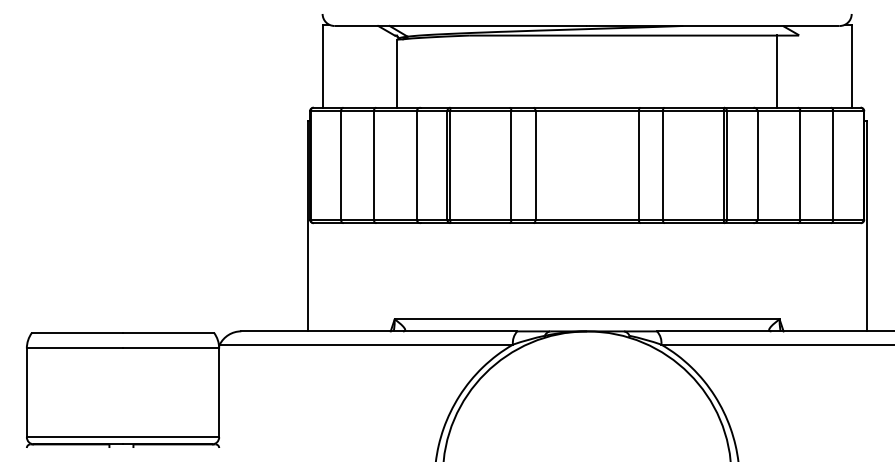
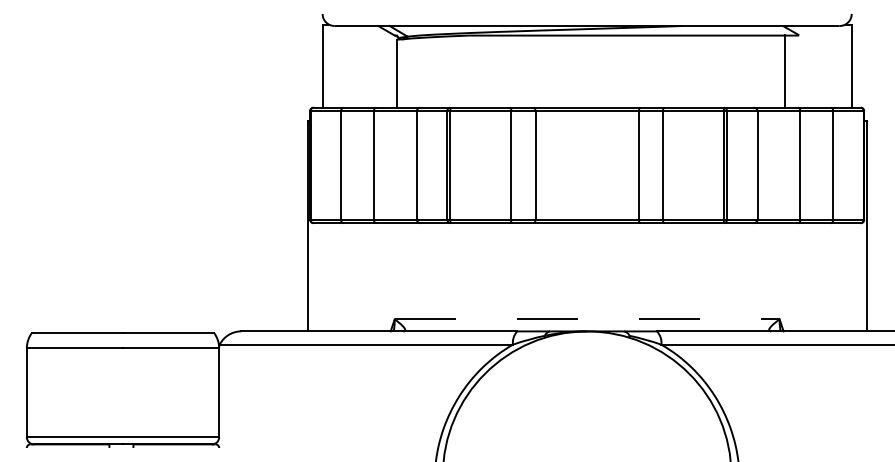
line at (777, 71) position: (777, 71) -> (785, 71)
line at (587, 319): solid -> dashed
